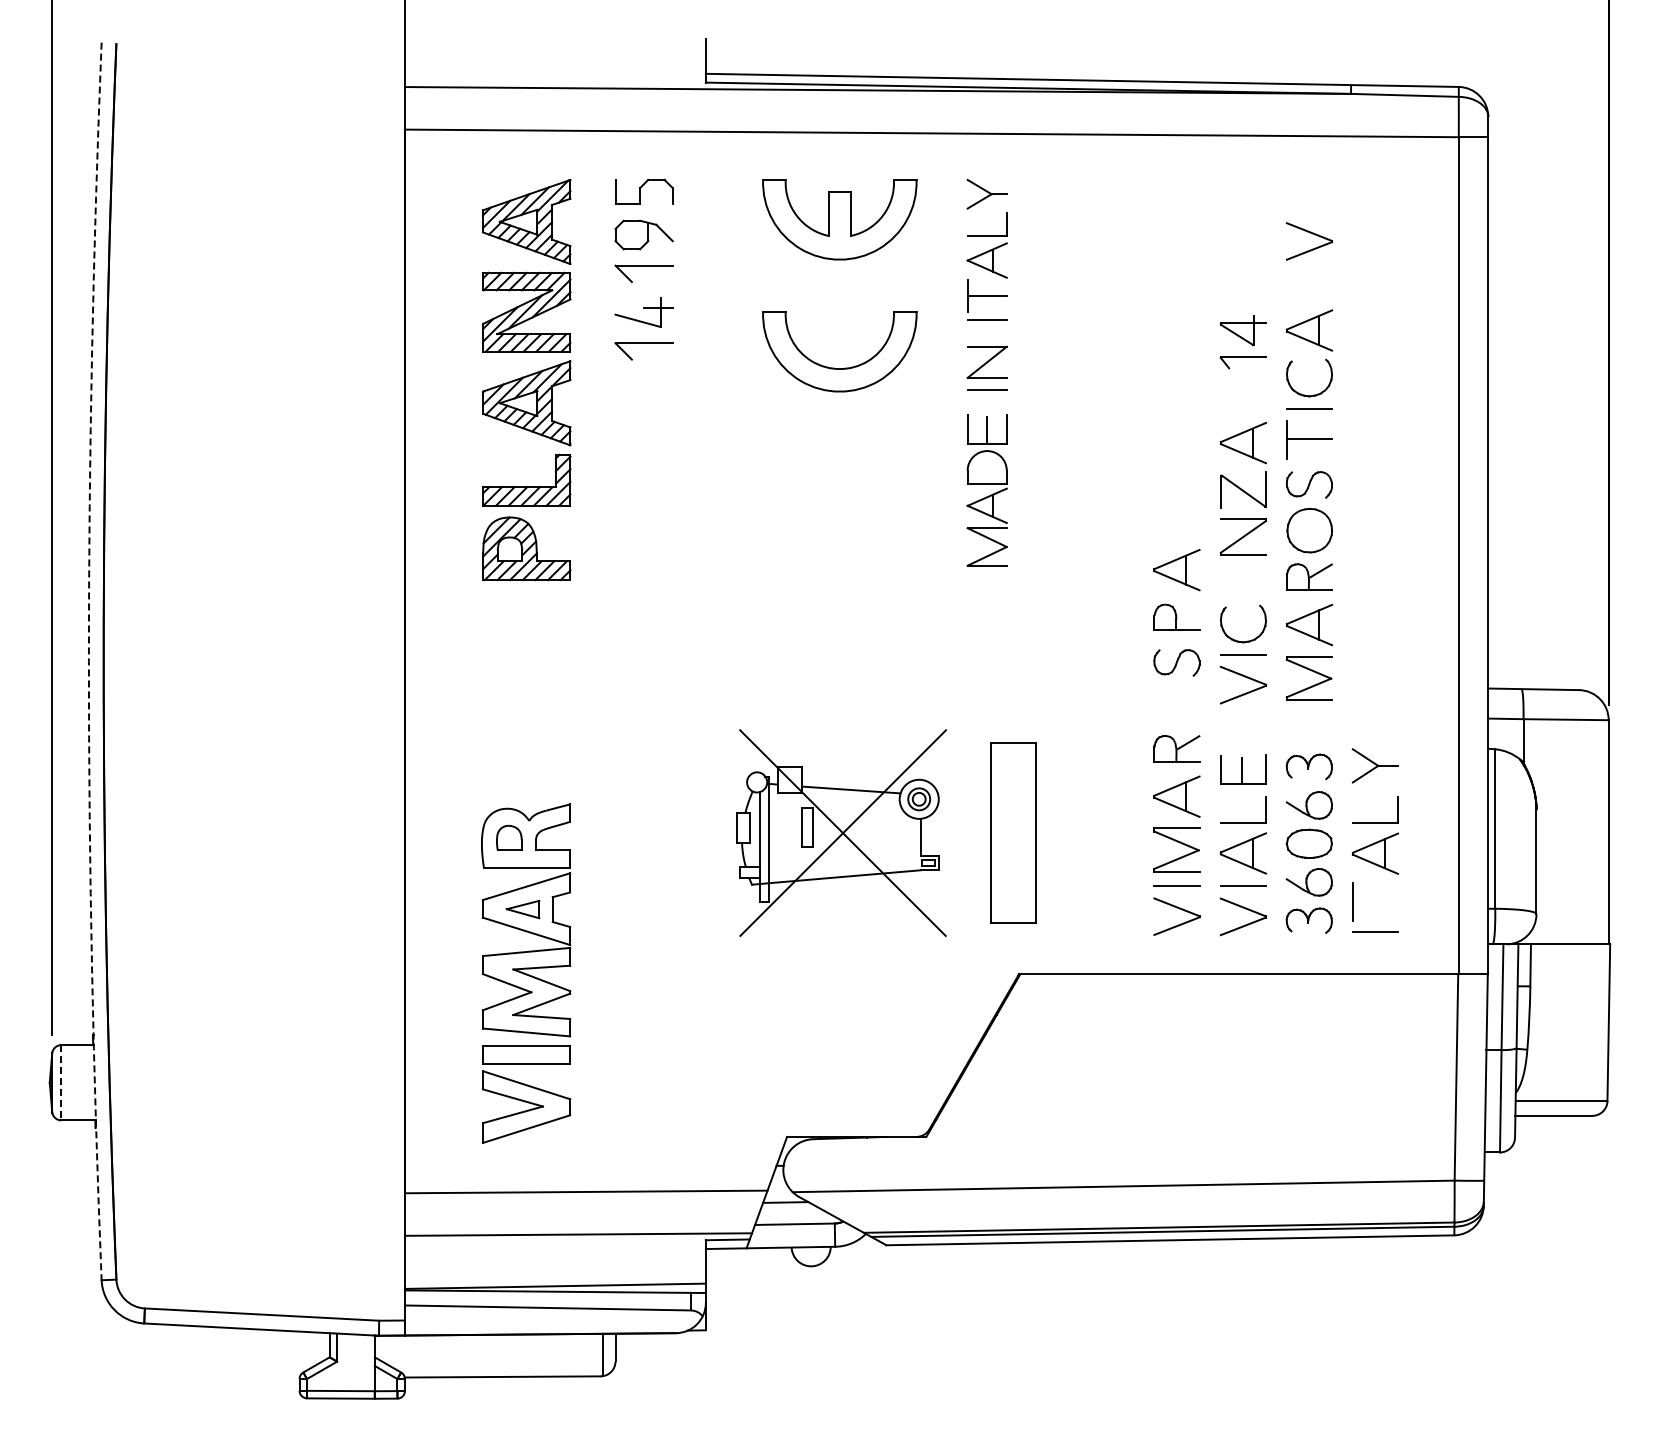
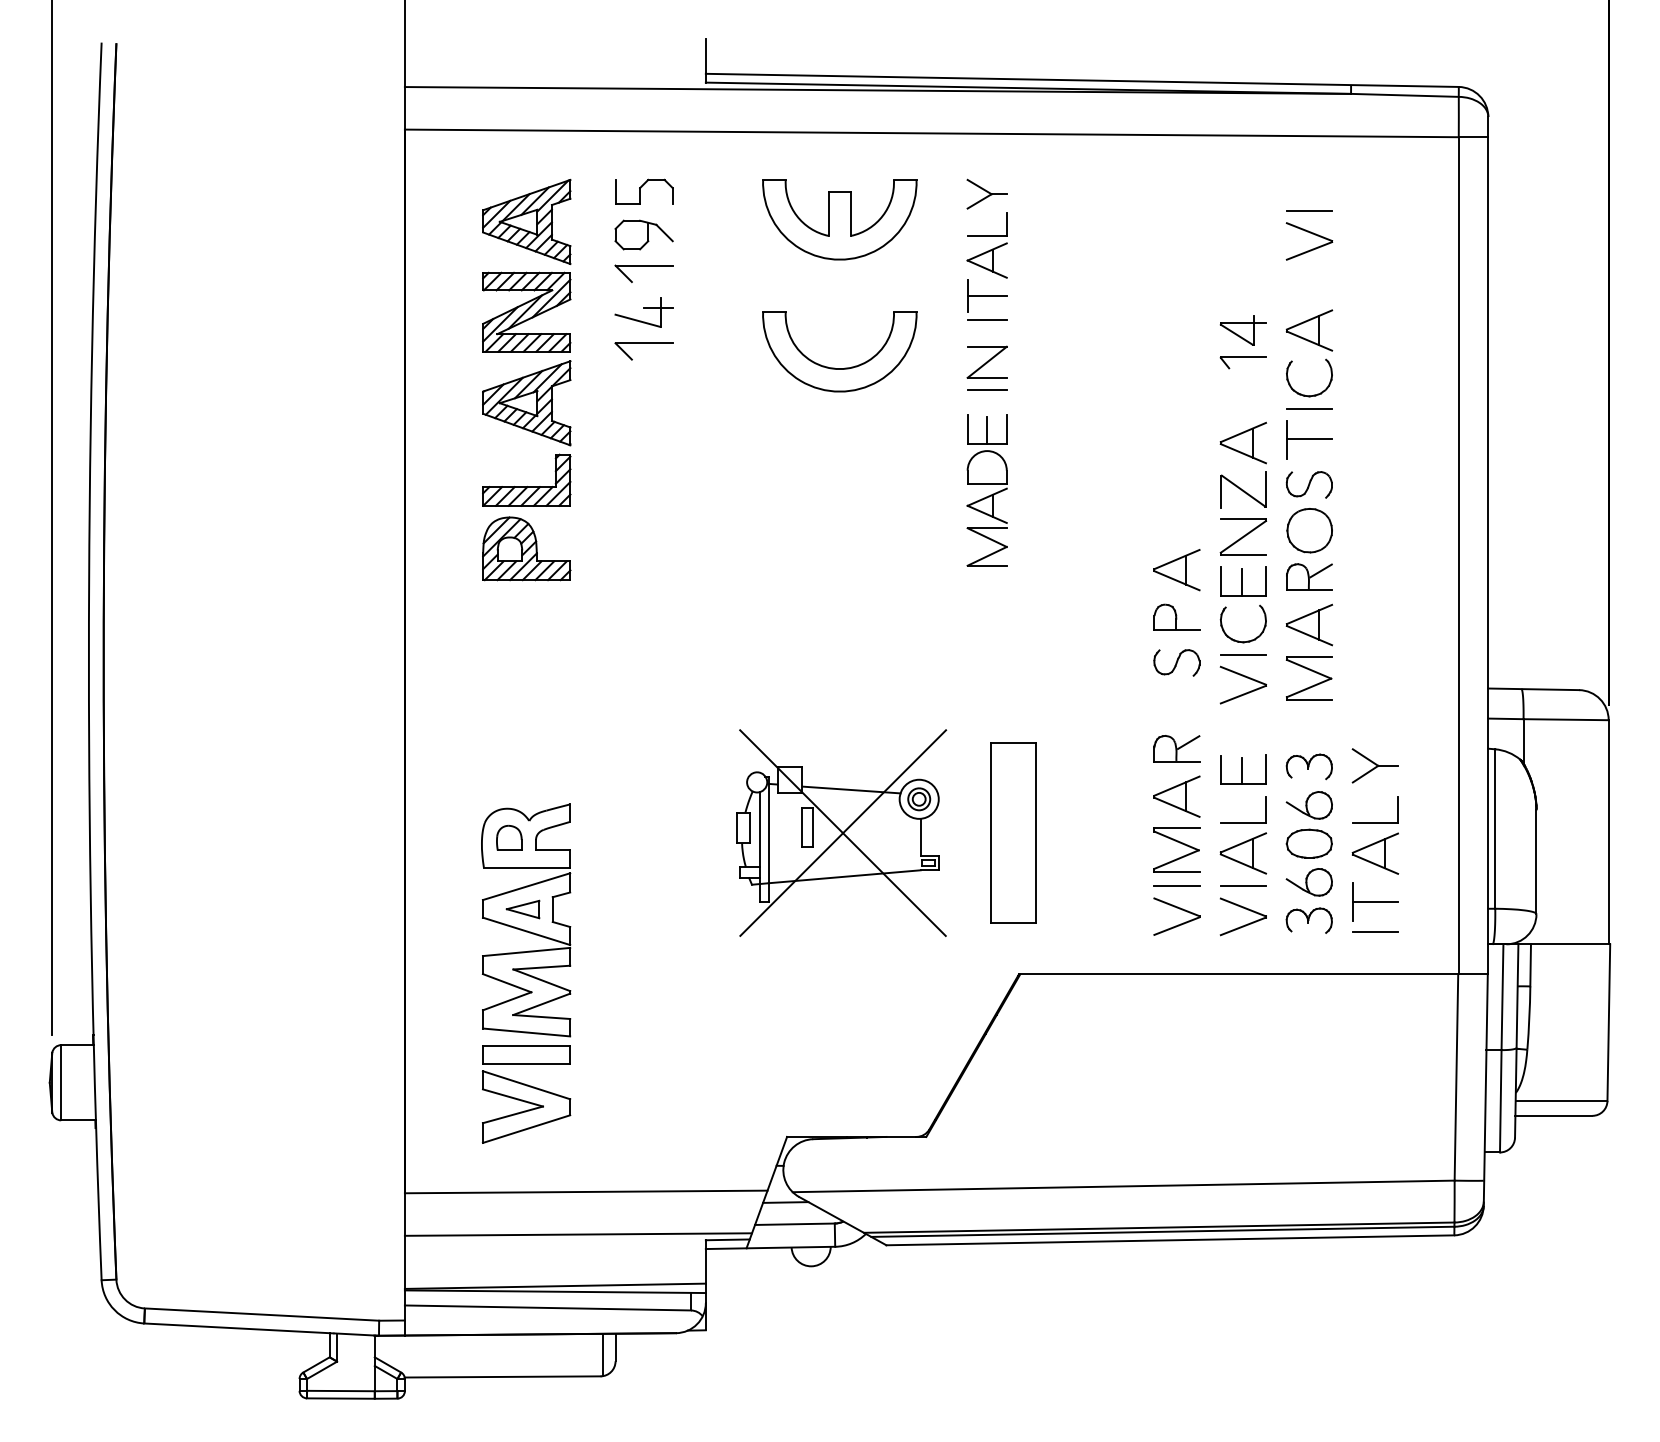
line at (1309, 210): none -> present
part at (1243, 581): none -> present
arc at (88, 661): dashed -> solid
line at (1375, 901): none -> present
line at (61, 1082): dashed -> solid
